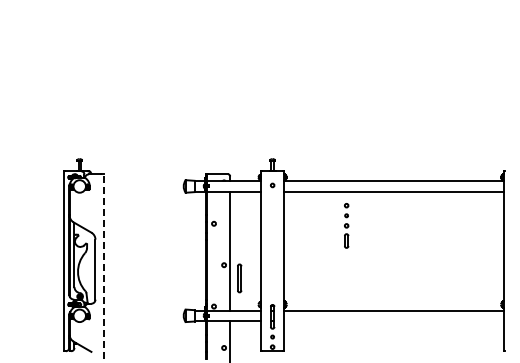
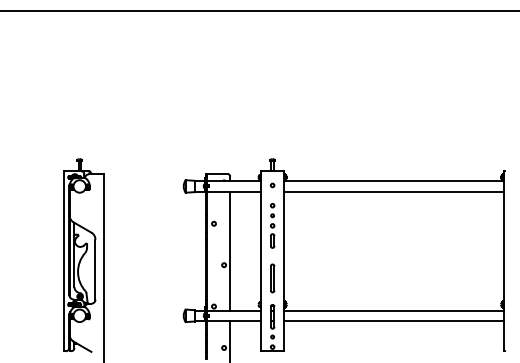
line at (259, 11): none -> present
part at (346, 225) position: (346, 225) -> (272, 225)
line at (103, 268): dashed -> solid
part at (239, 278) position: (239, 278) -> (272, 278)
line at (393, 320): none -> present
